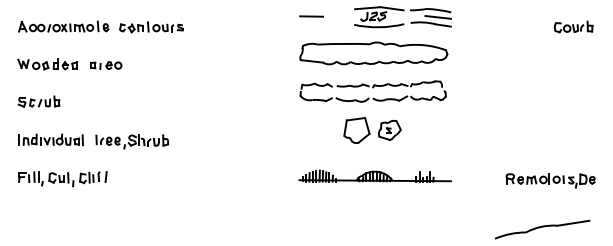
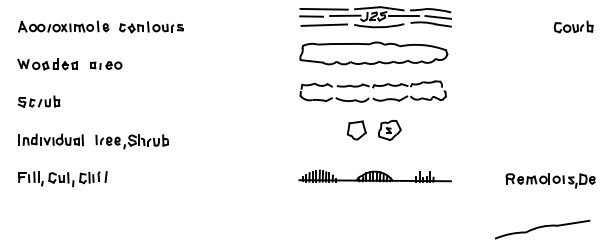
line at (323, 8): none -> present
line at (345, 15): none -> present
line at (403, 16): none -> present
line at (324, 24): none -> present
part at (356, 130) size: 28x27 px -> 21x21 px
